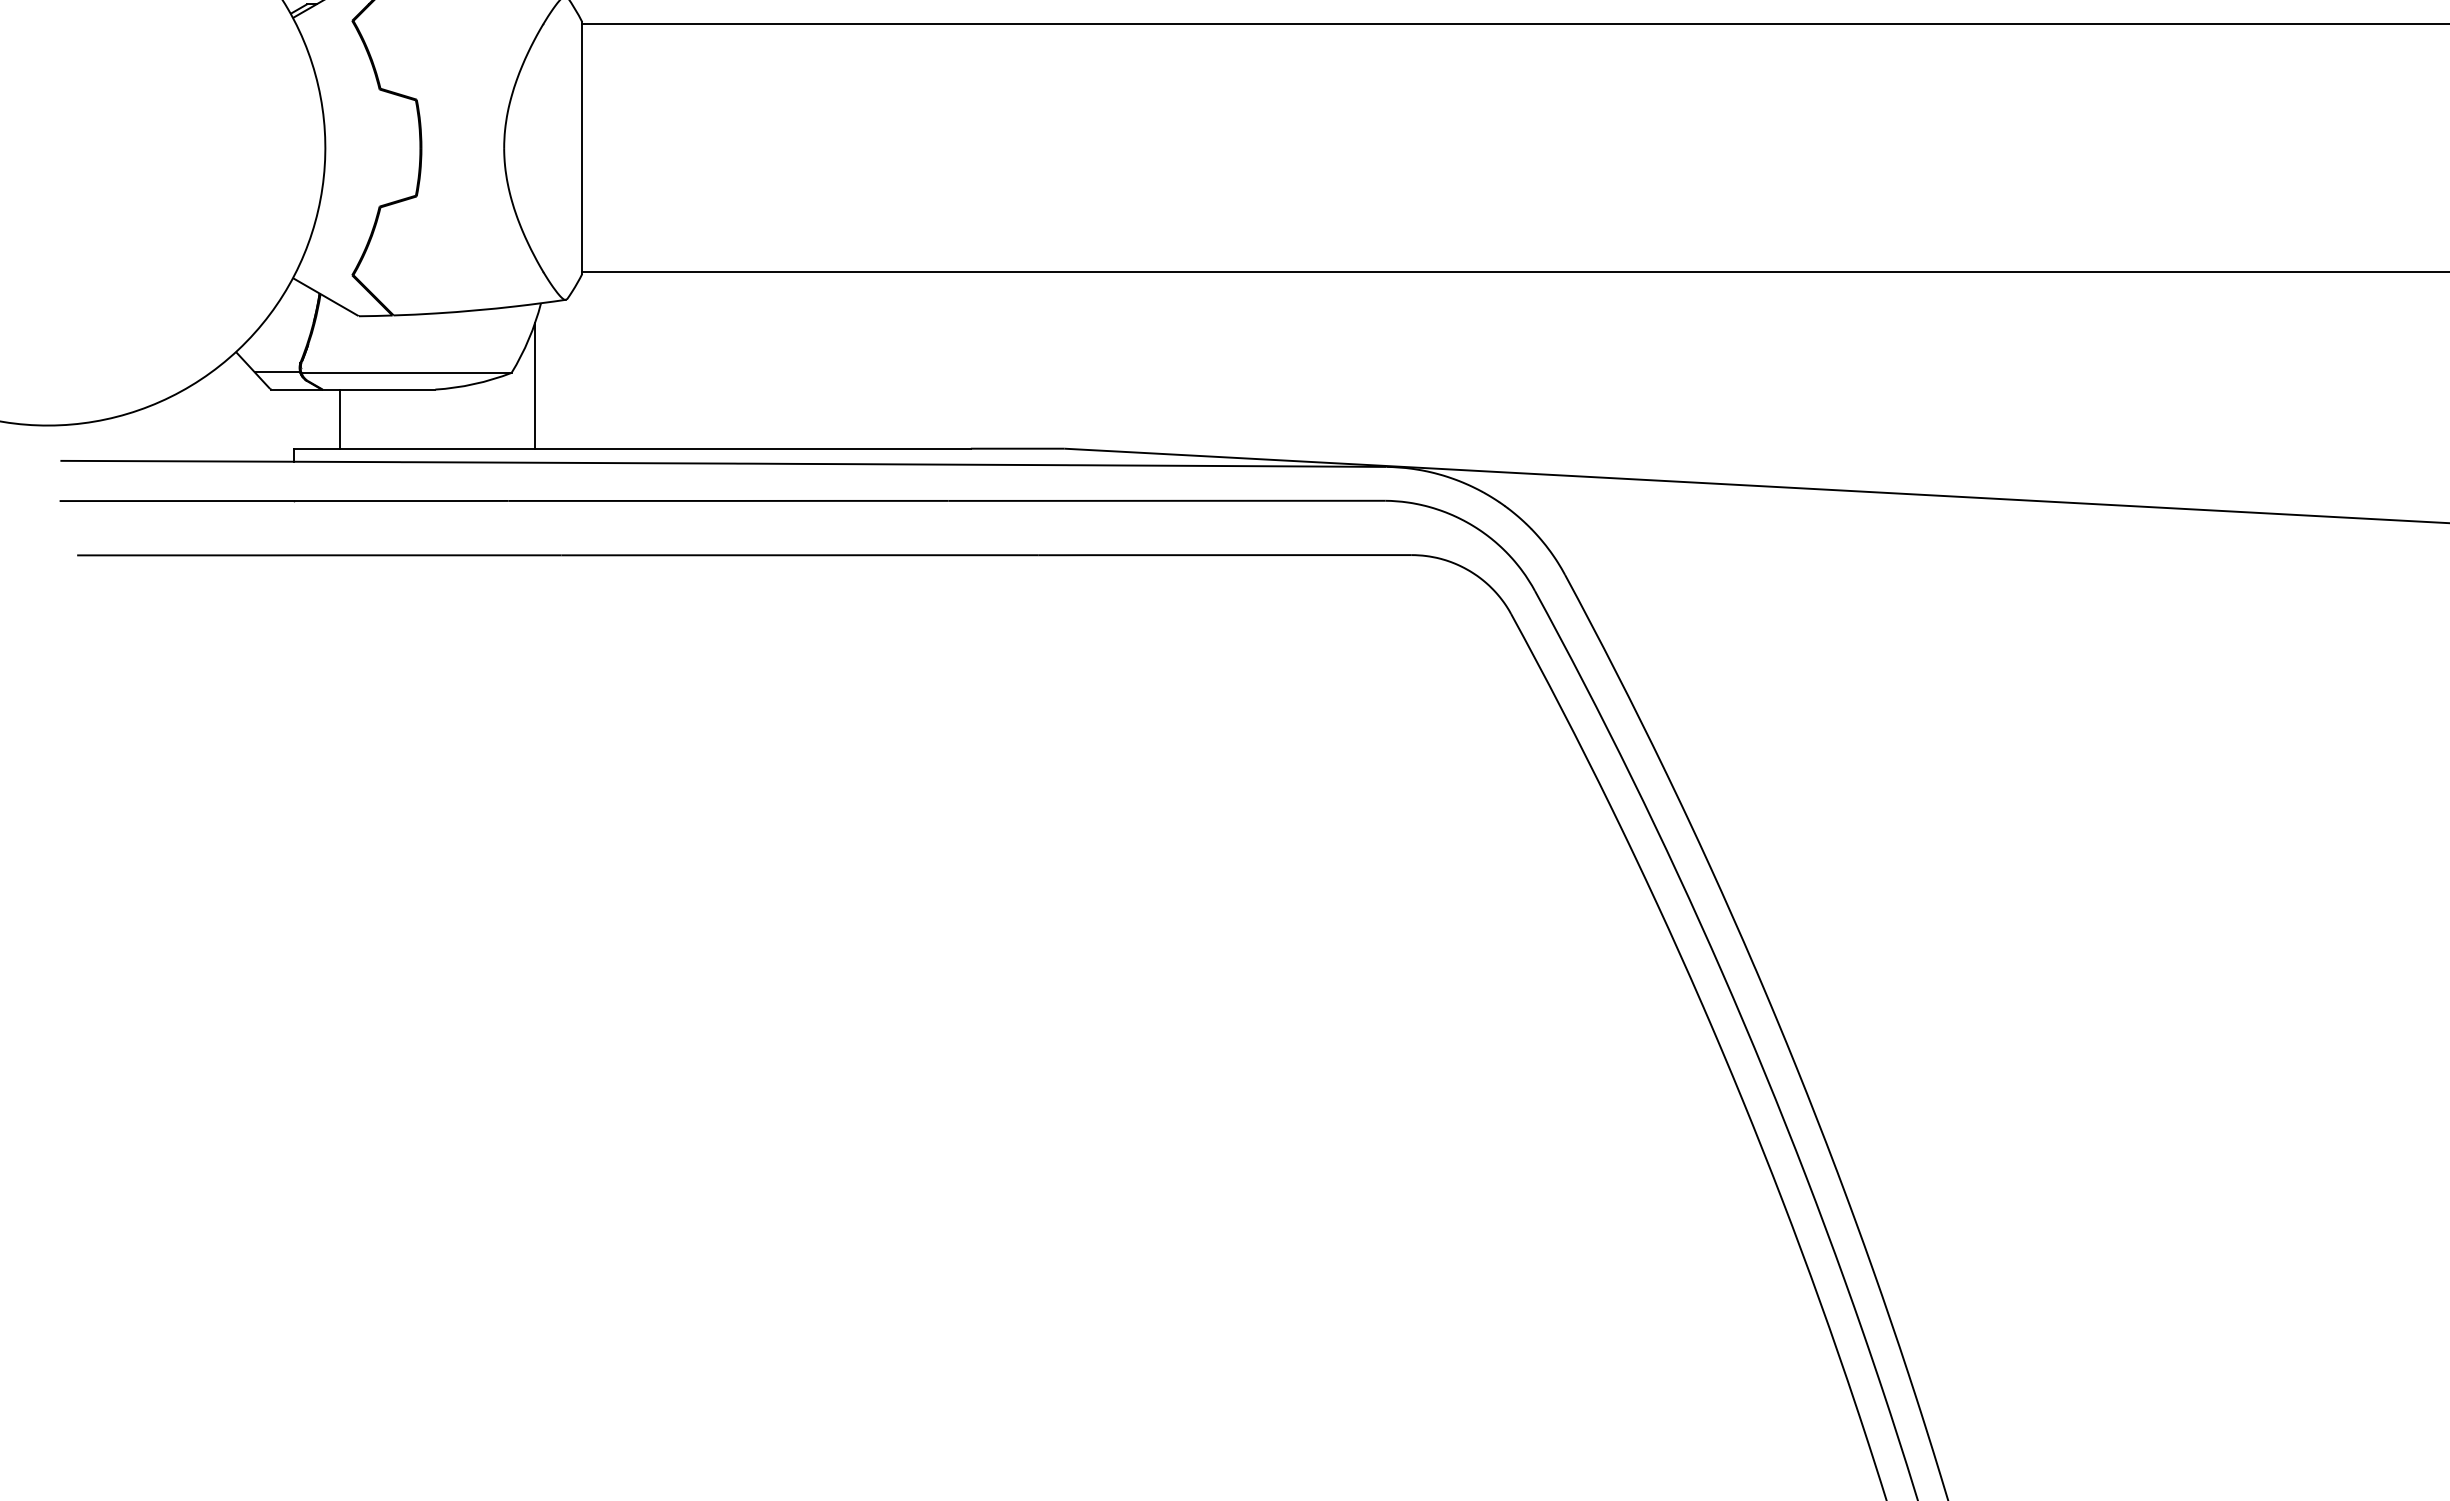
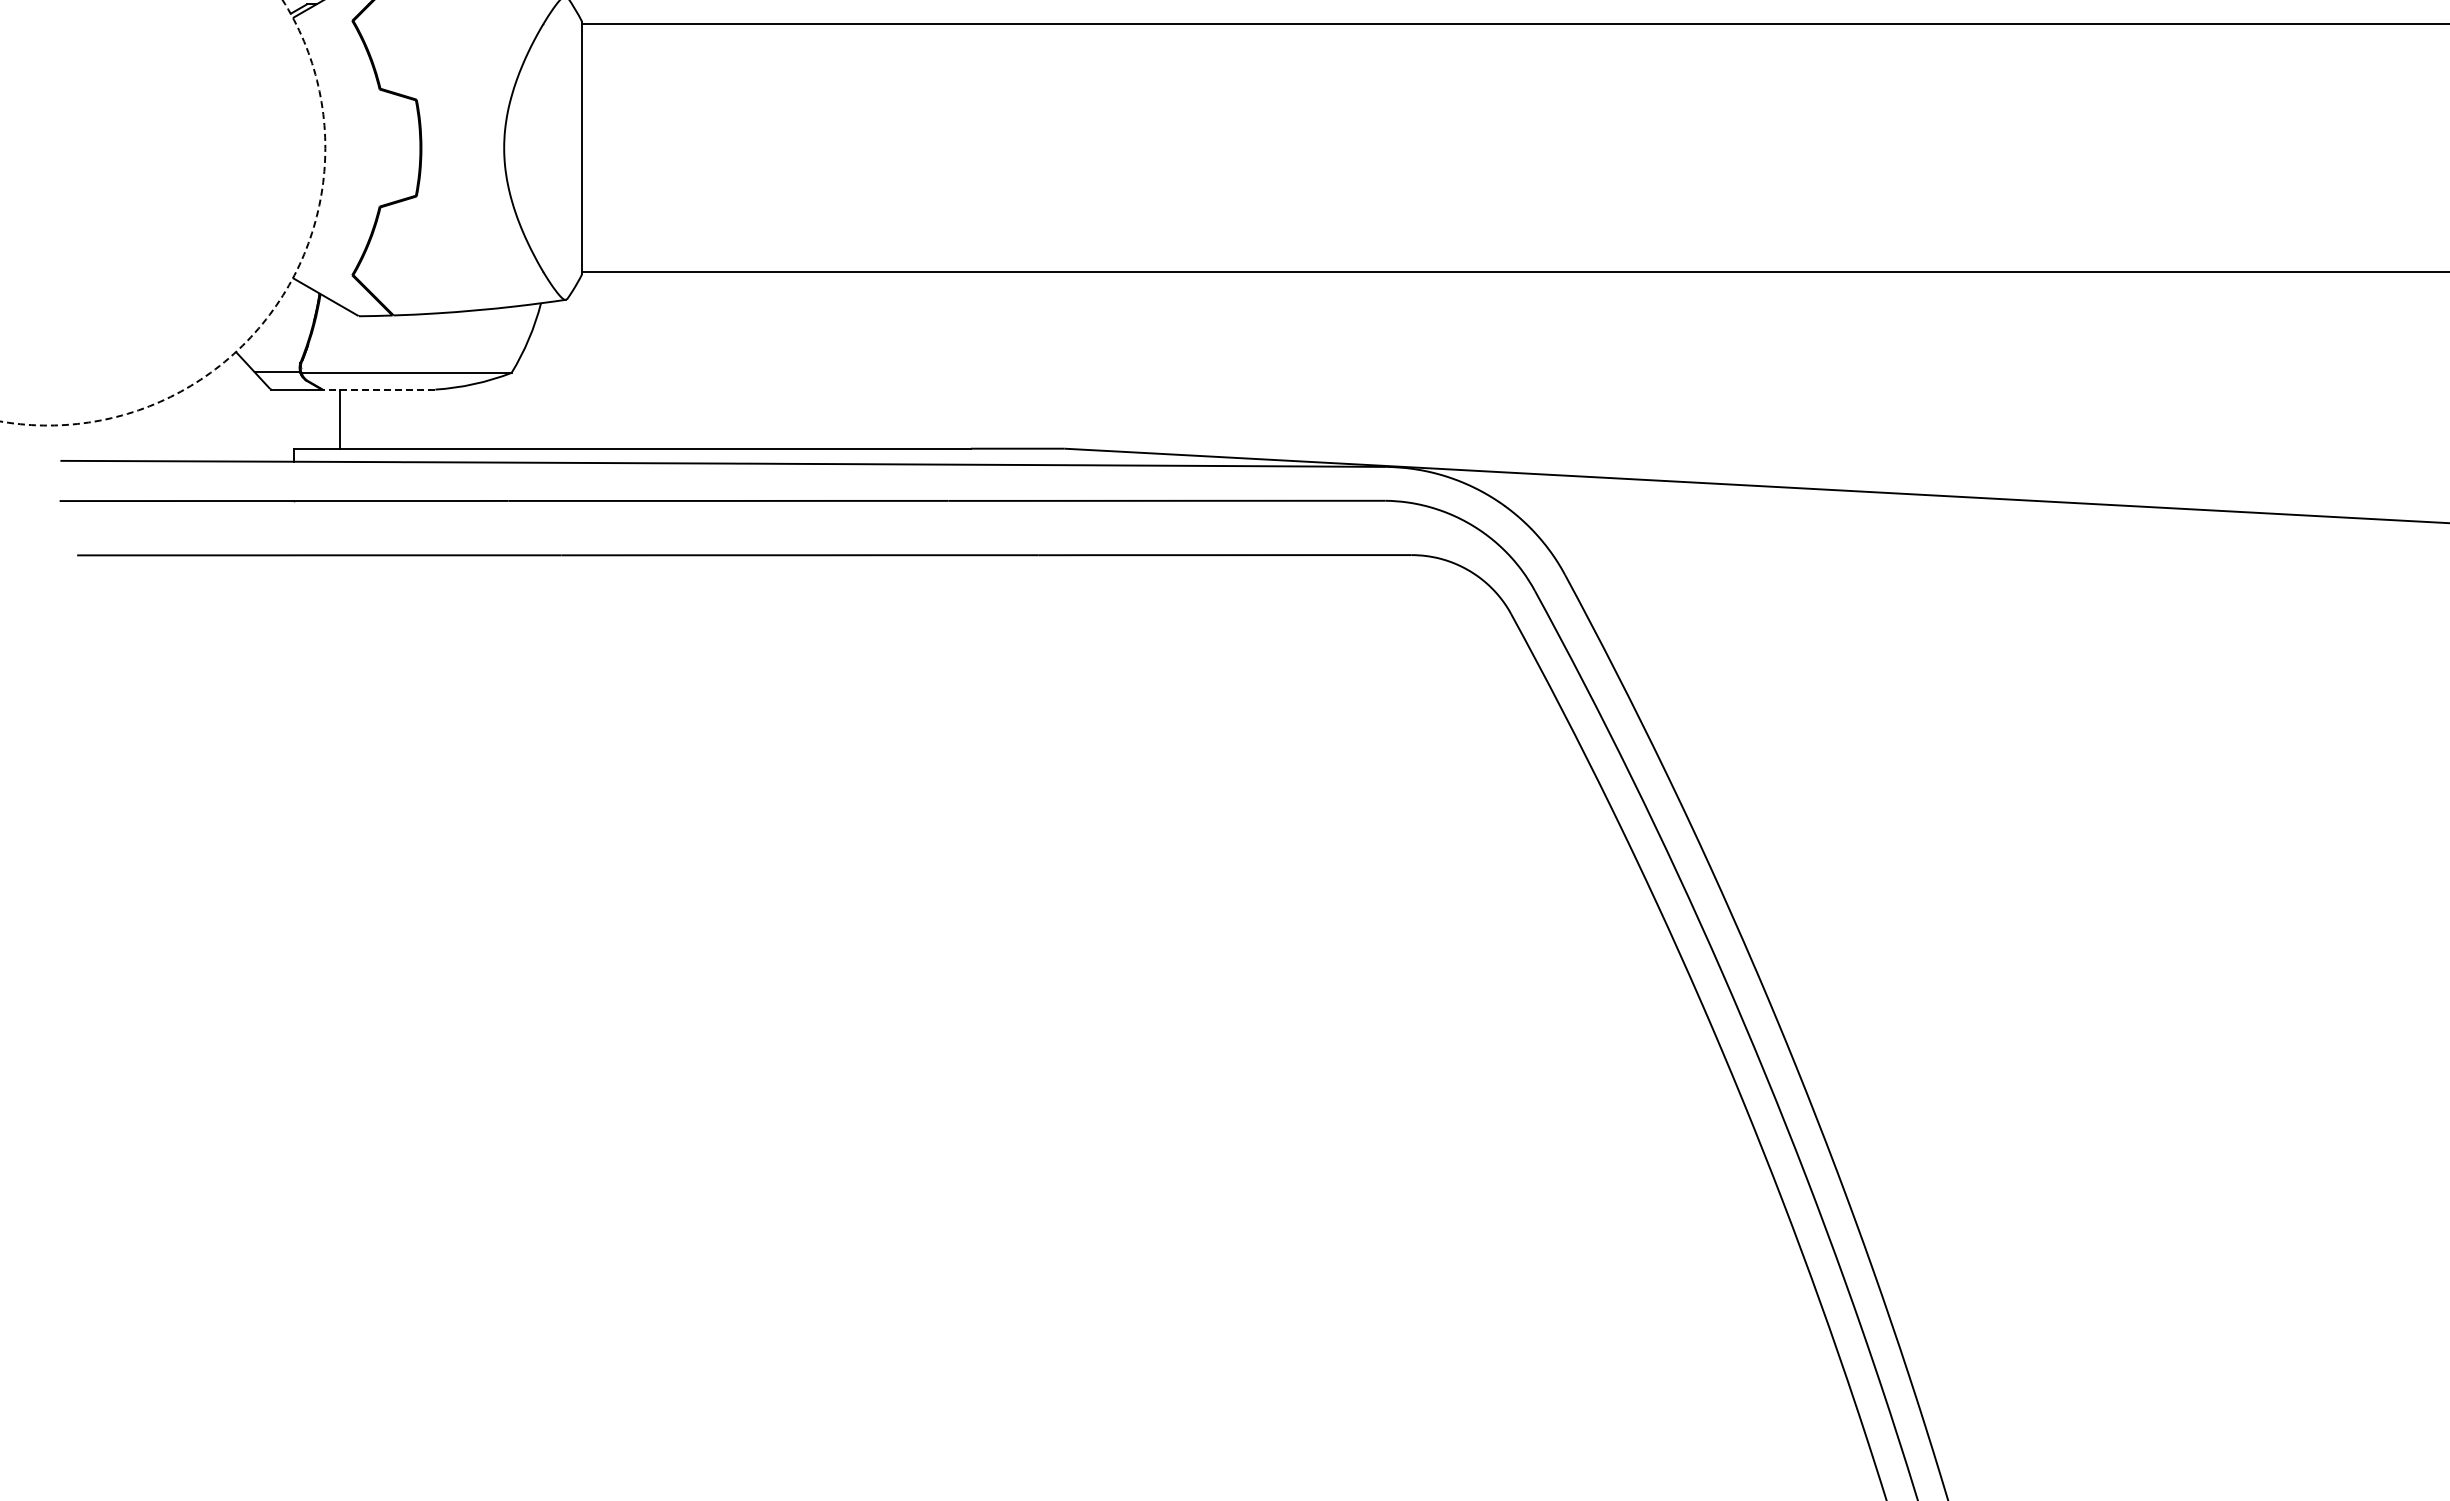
arc at (278, 302): solid -> dashed
line at (535, 385): present -> none
line at (378, 389): solid -> dashed
